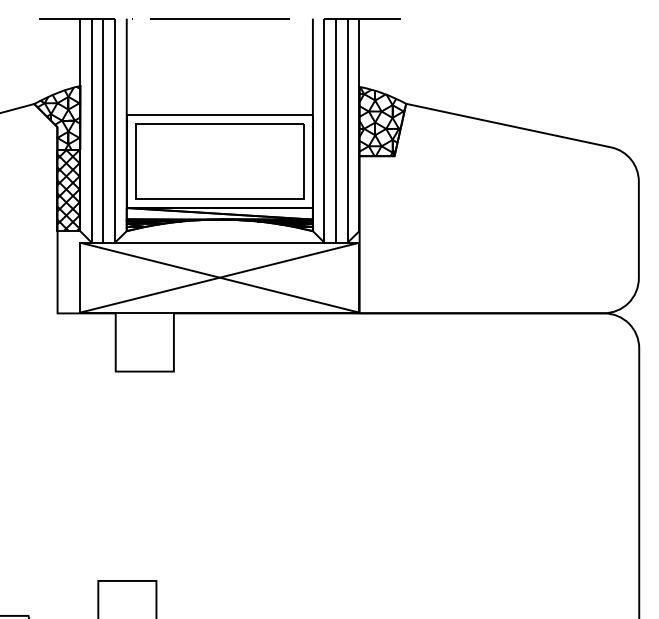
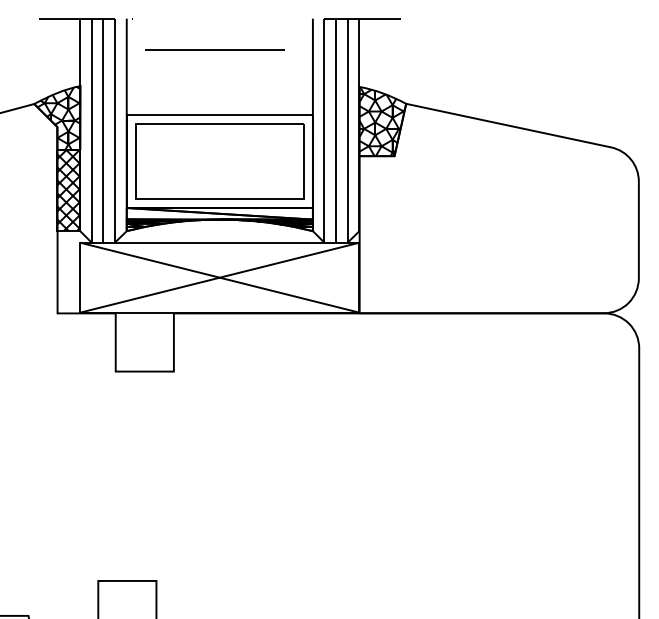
line at (219, 18) position: (219, 18) -> (214, 49)
